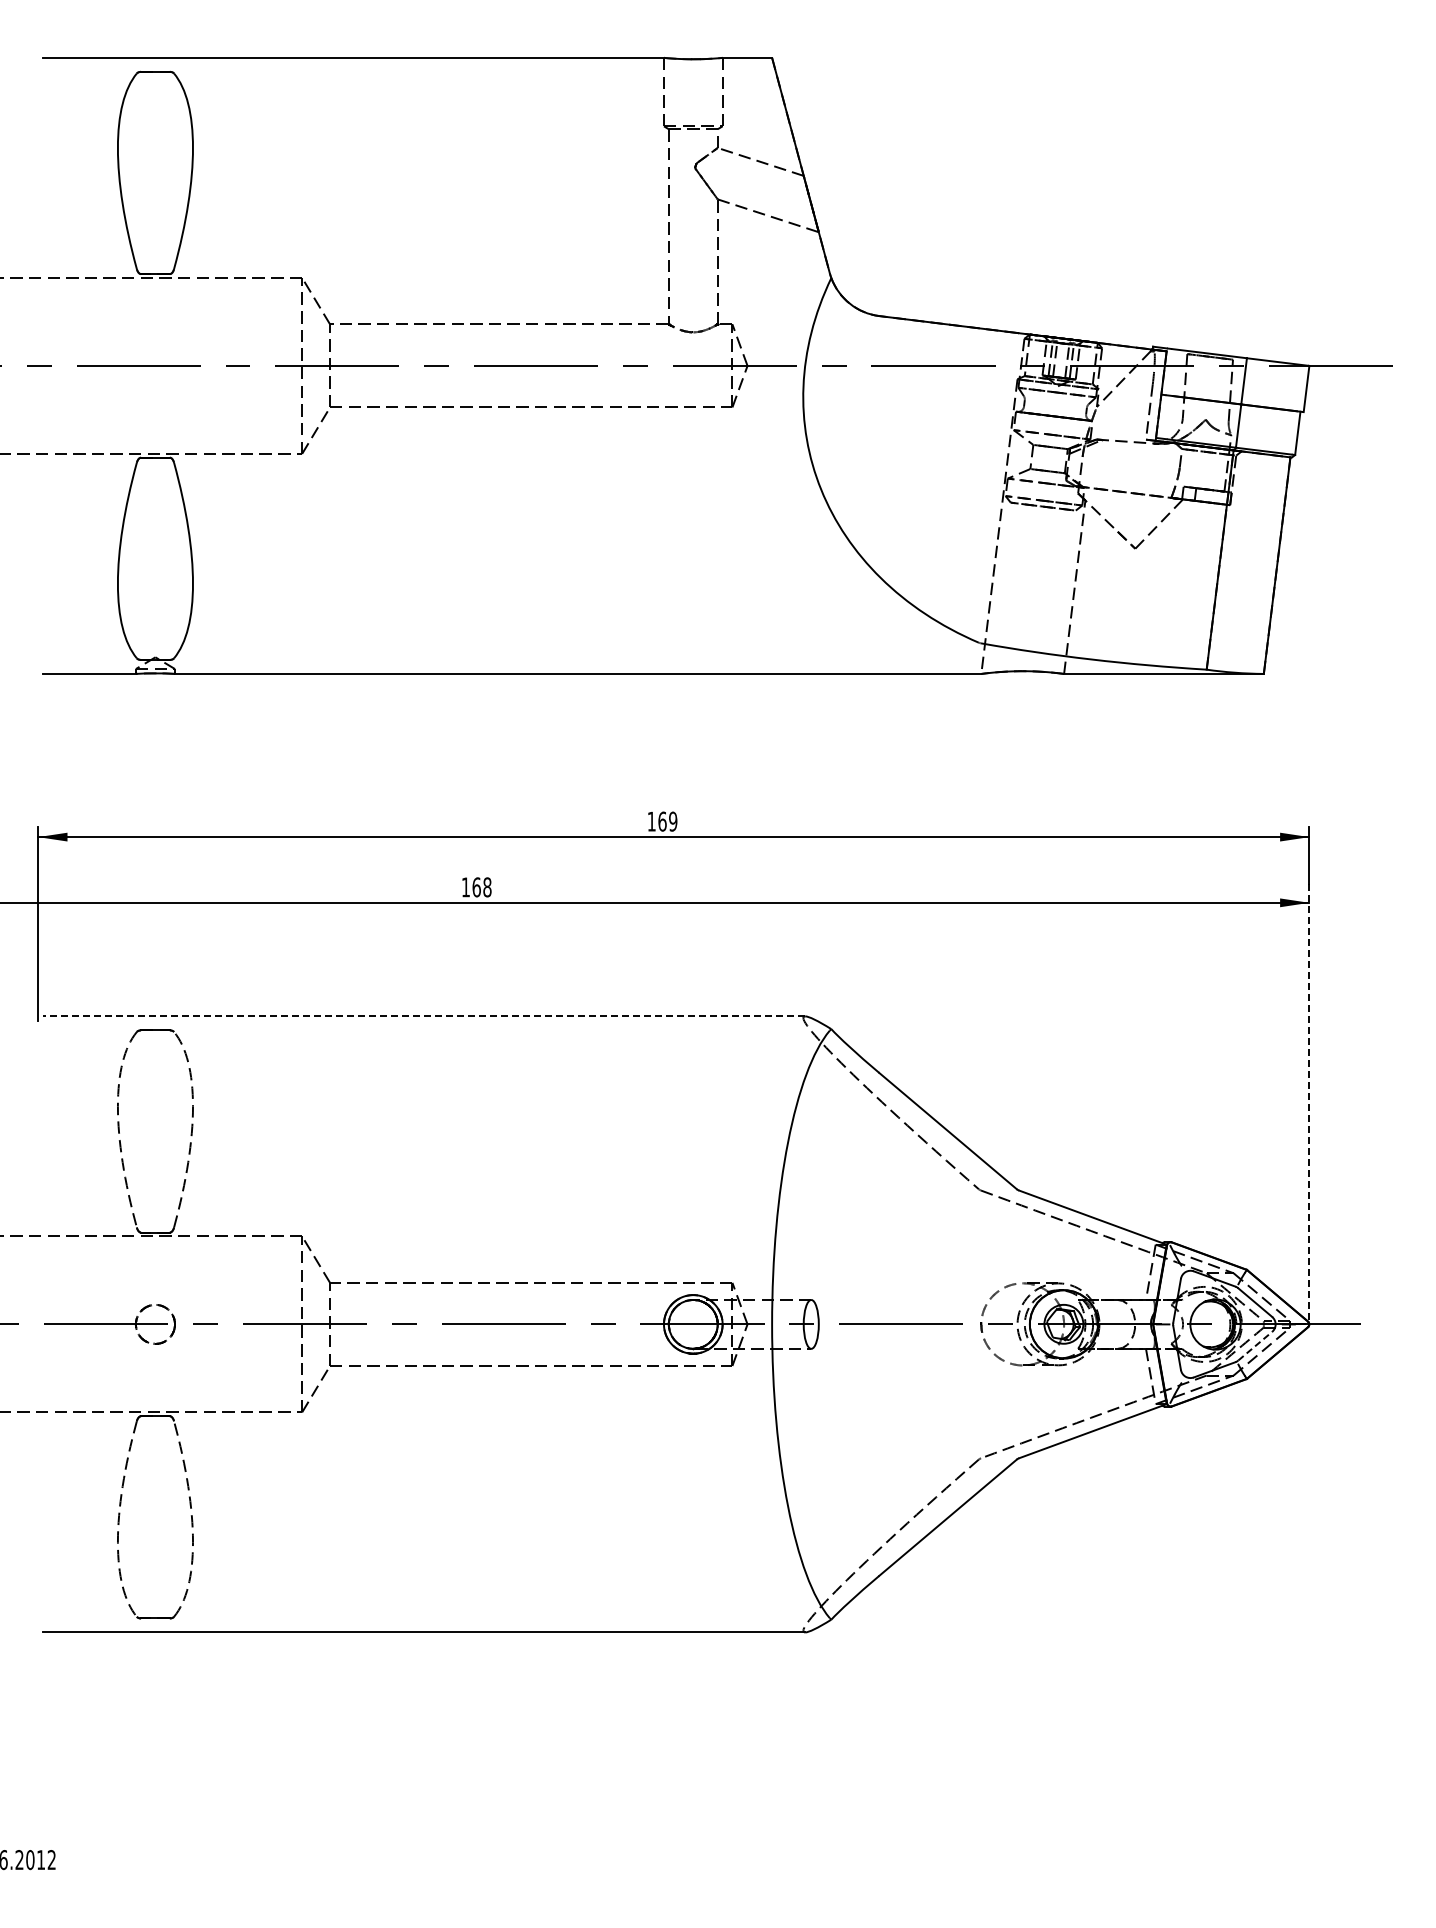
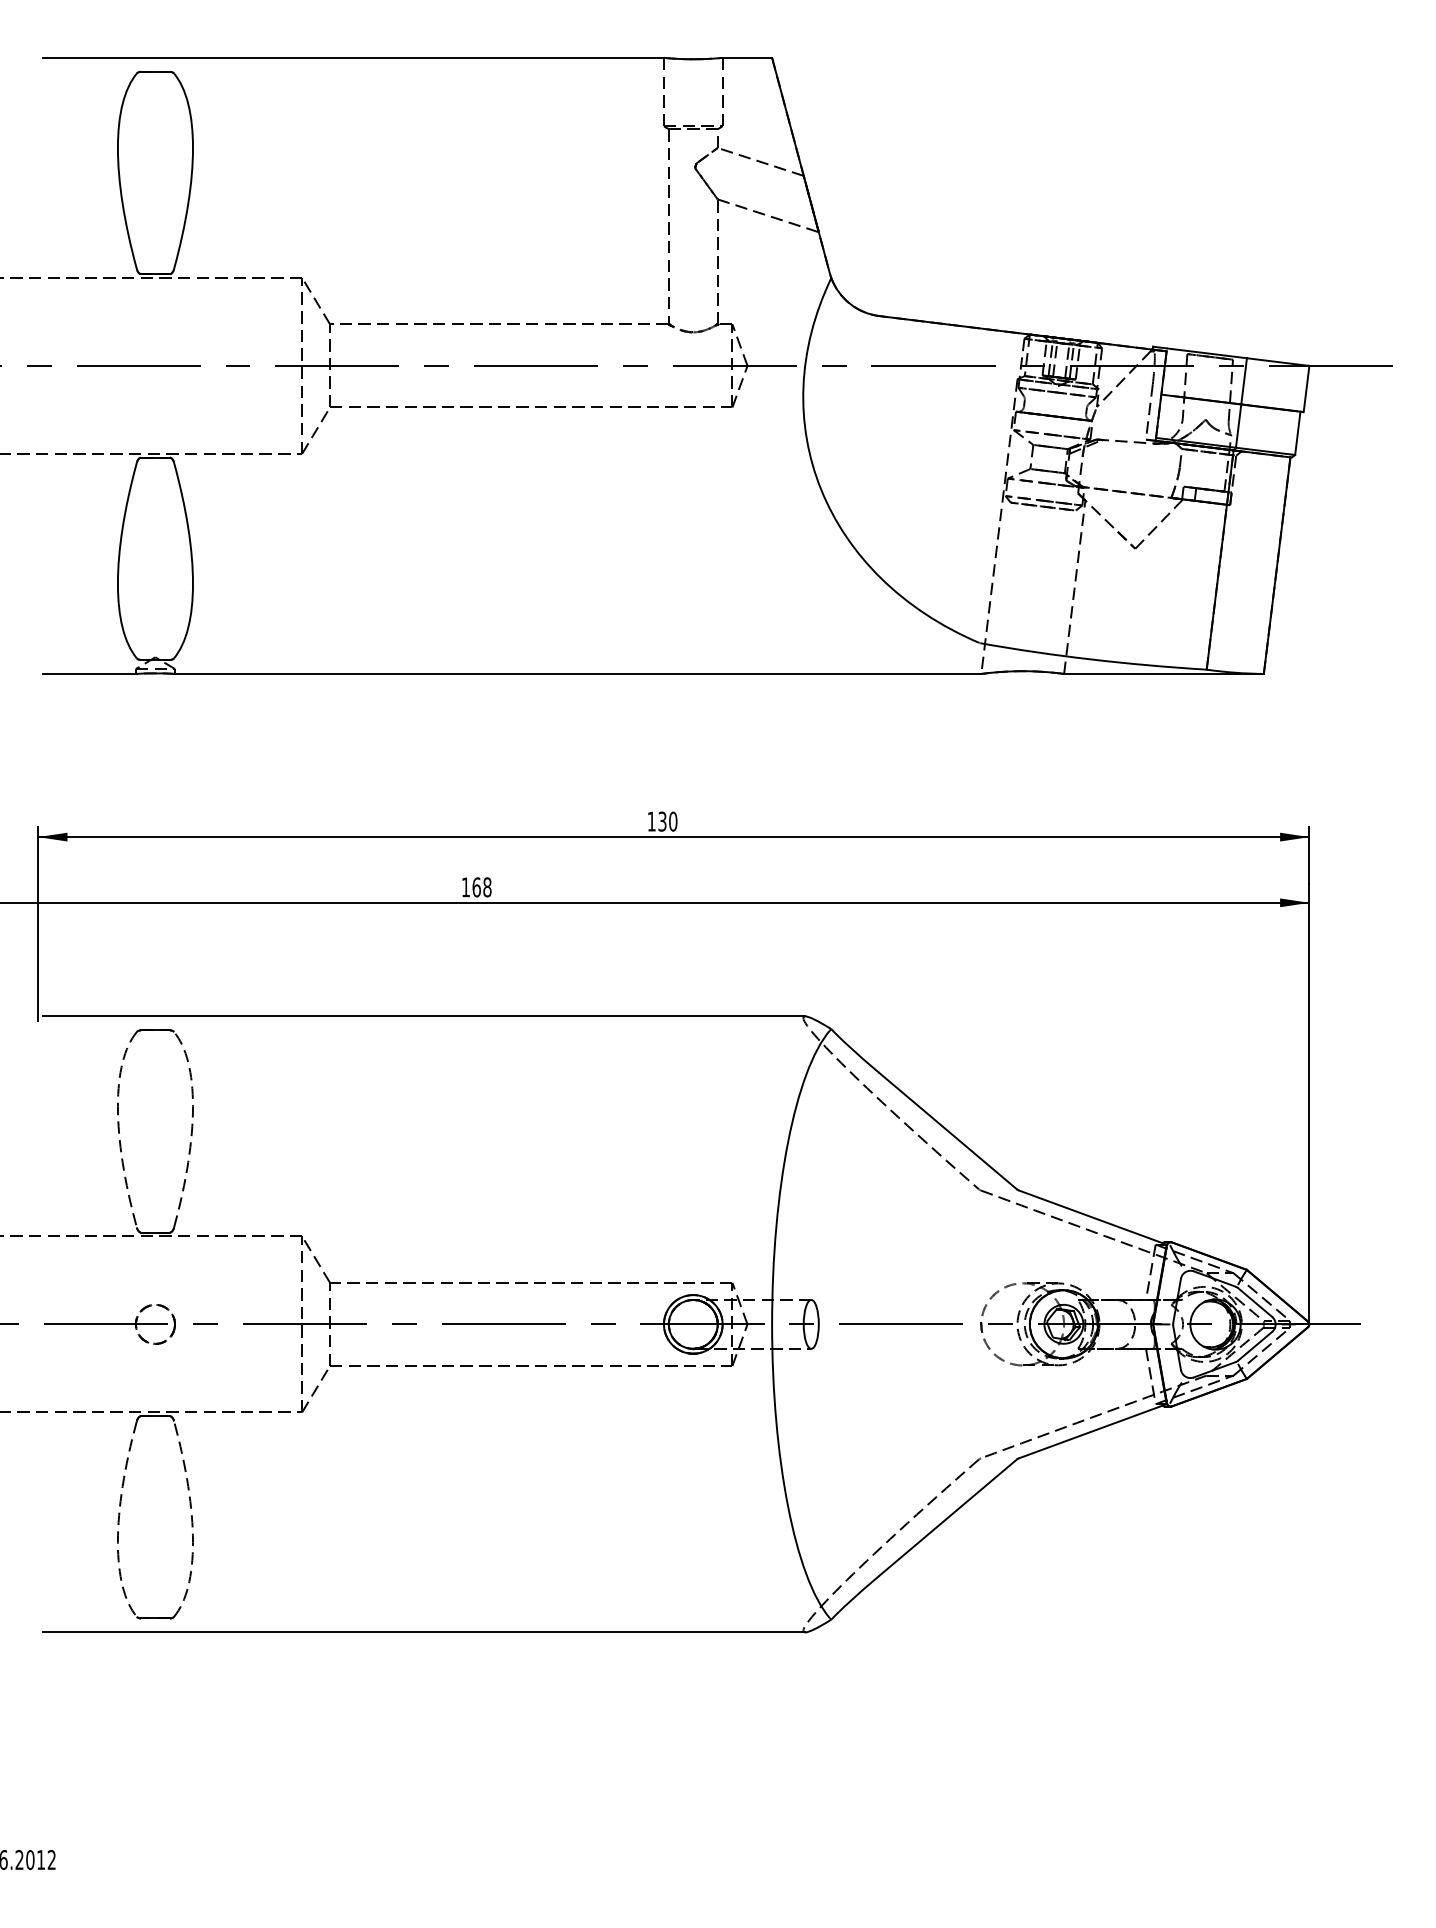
text at (667, 821): 169 -> 130
line at (423, 1016): dashed -> solid
line at (1309, 1104): dashed -> solid
line at (1255, 1345): dashed -> solid
